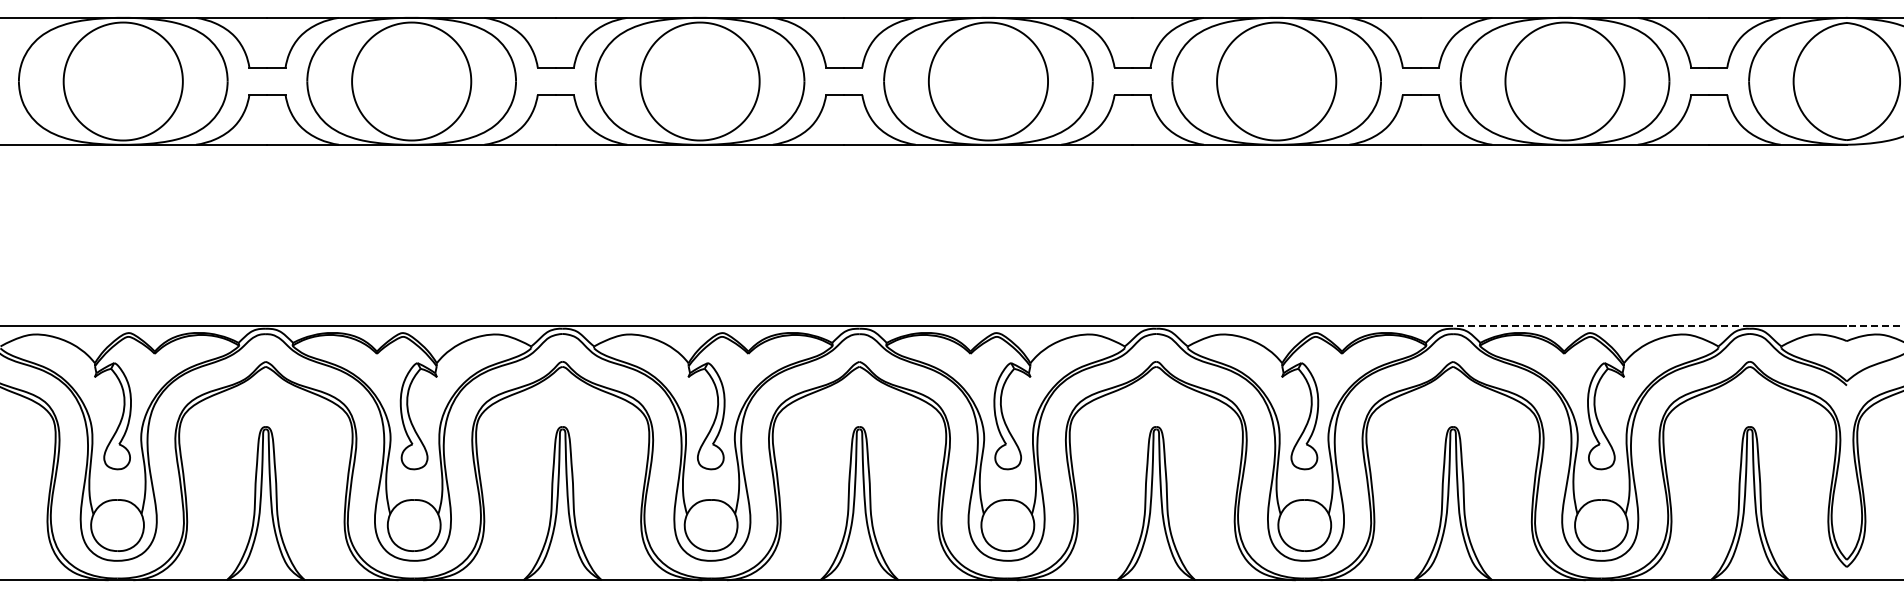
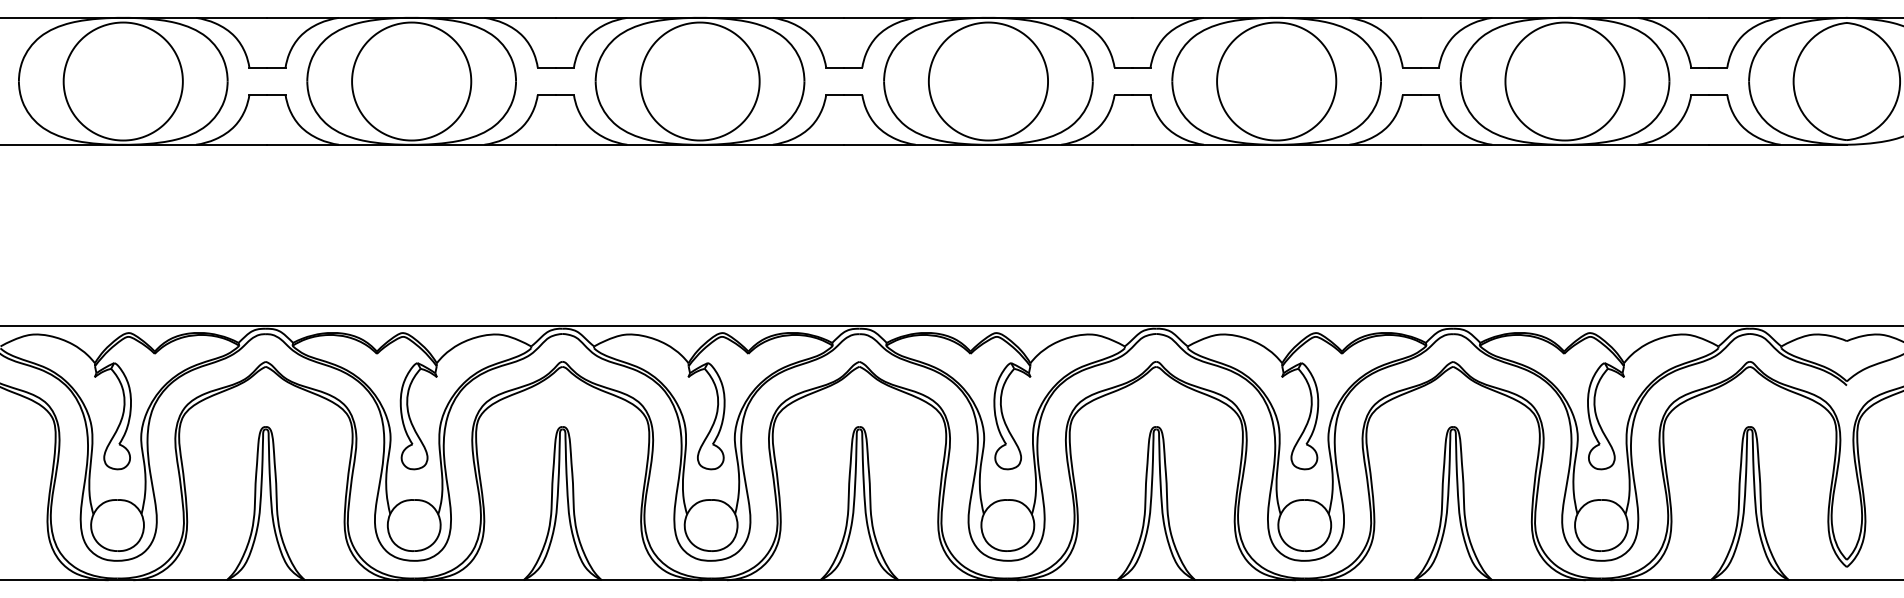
line at (1601, 326): dashed -> solid
line at (1874, 326): dashed -> solid
